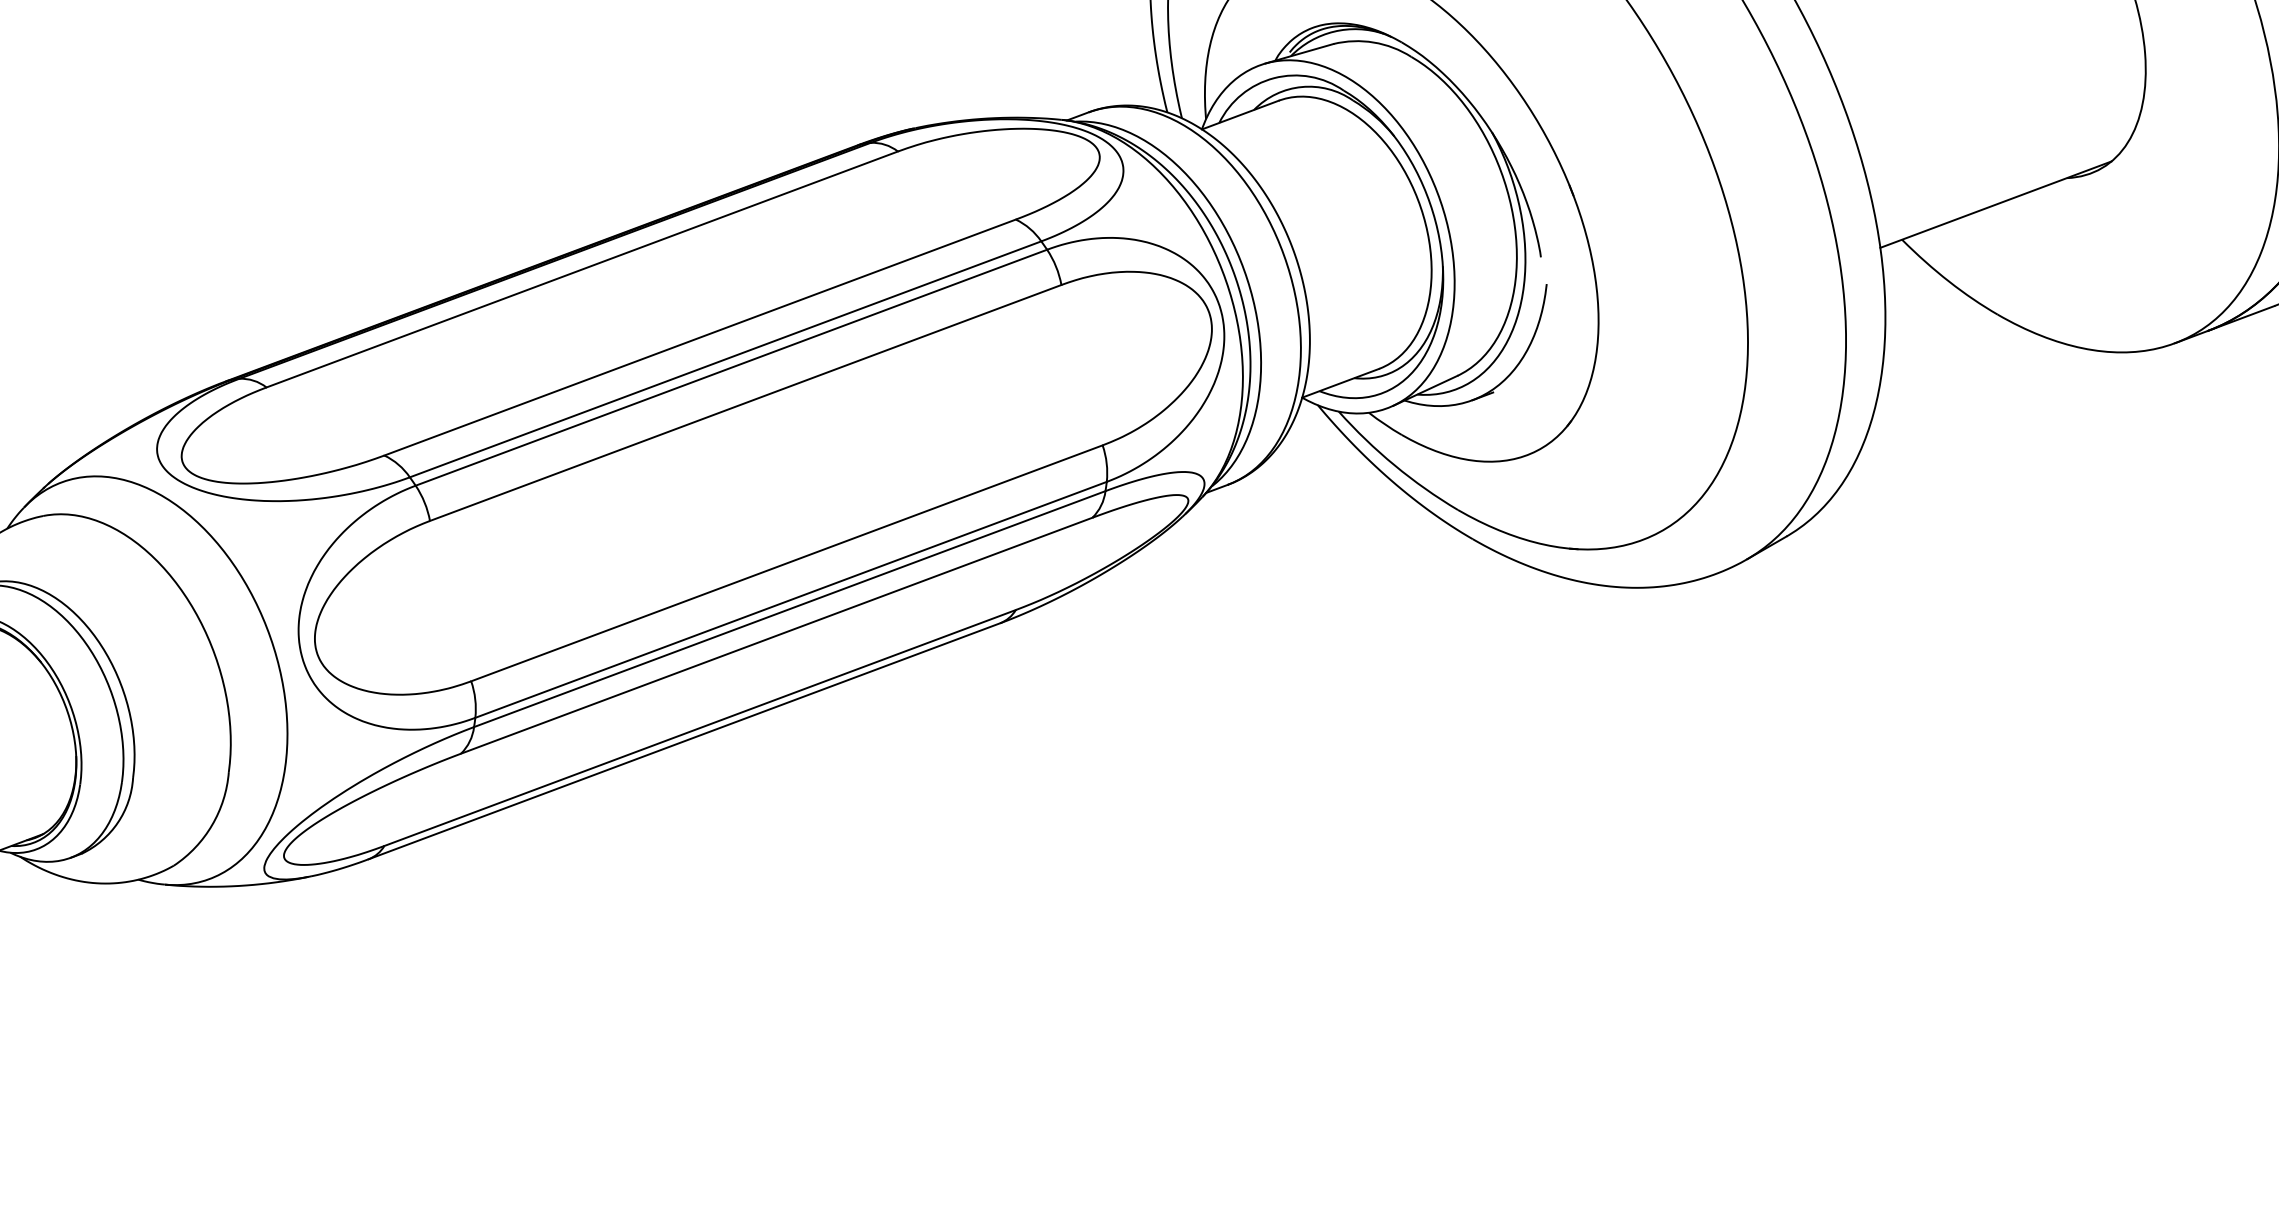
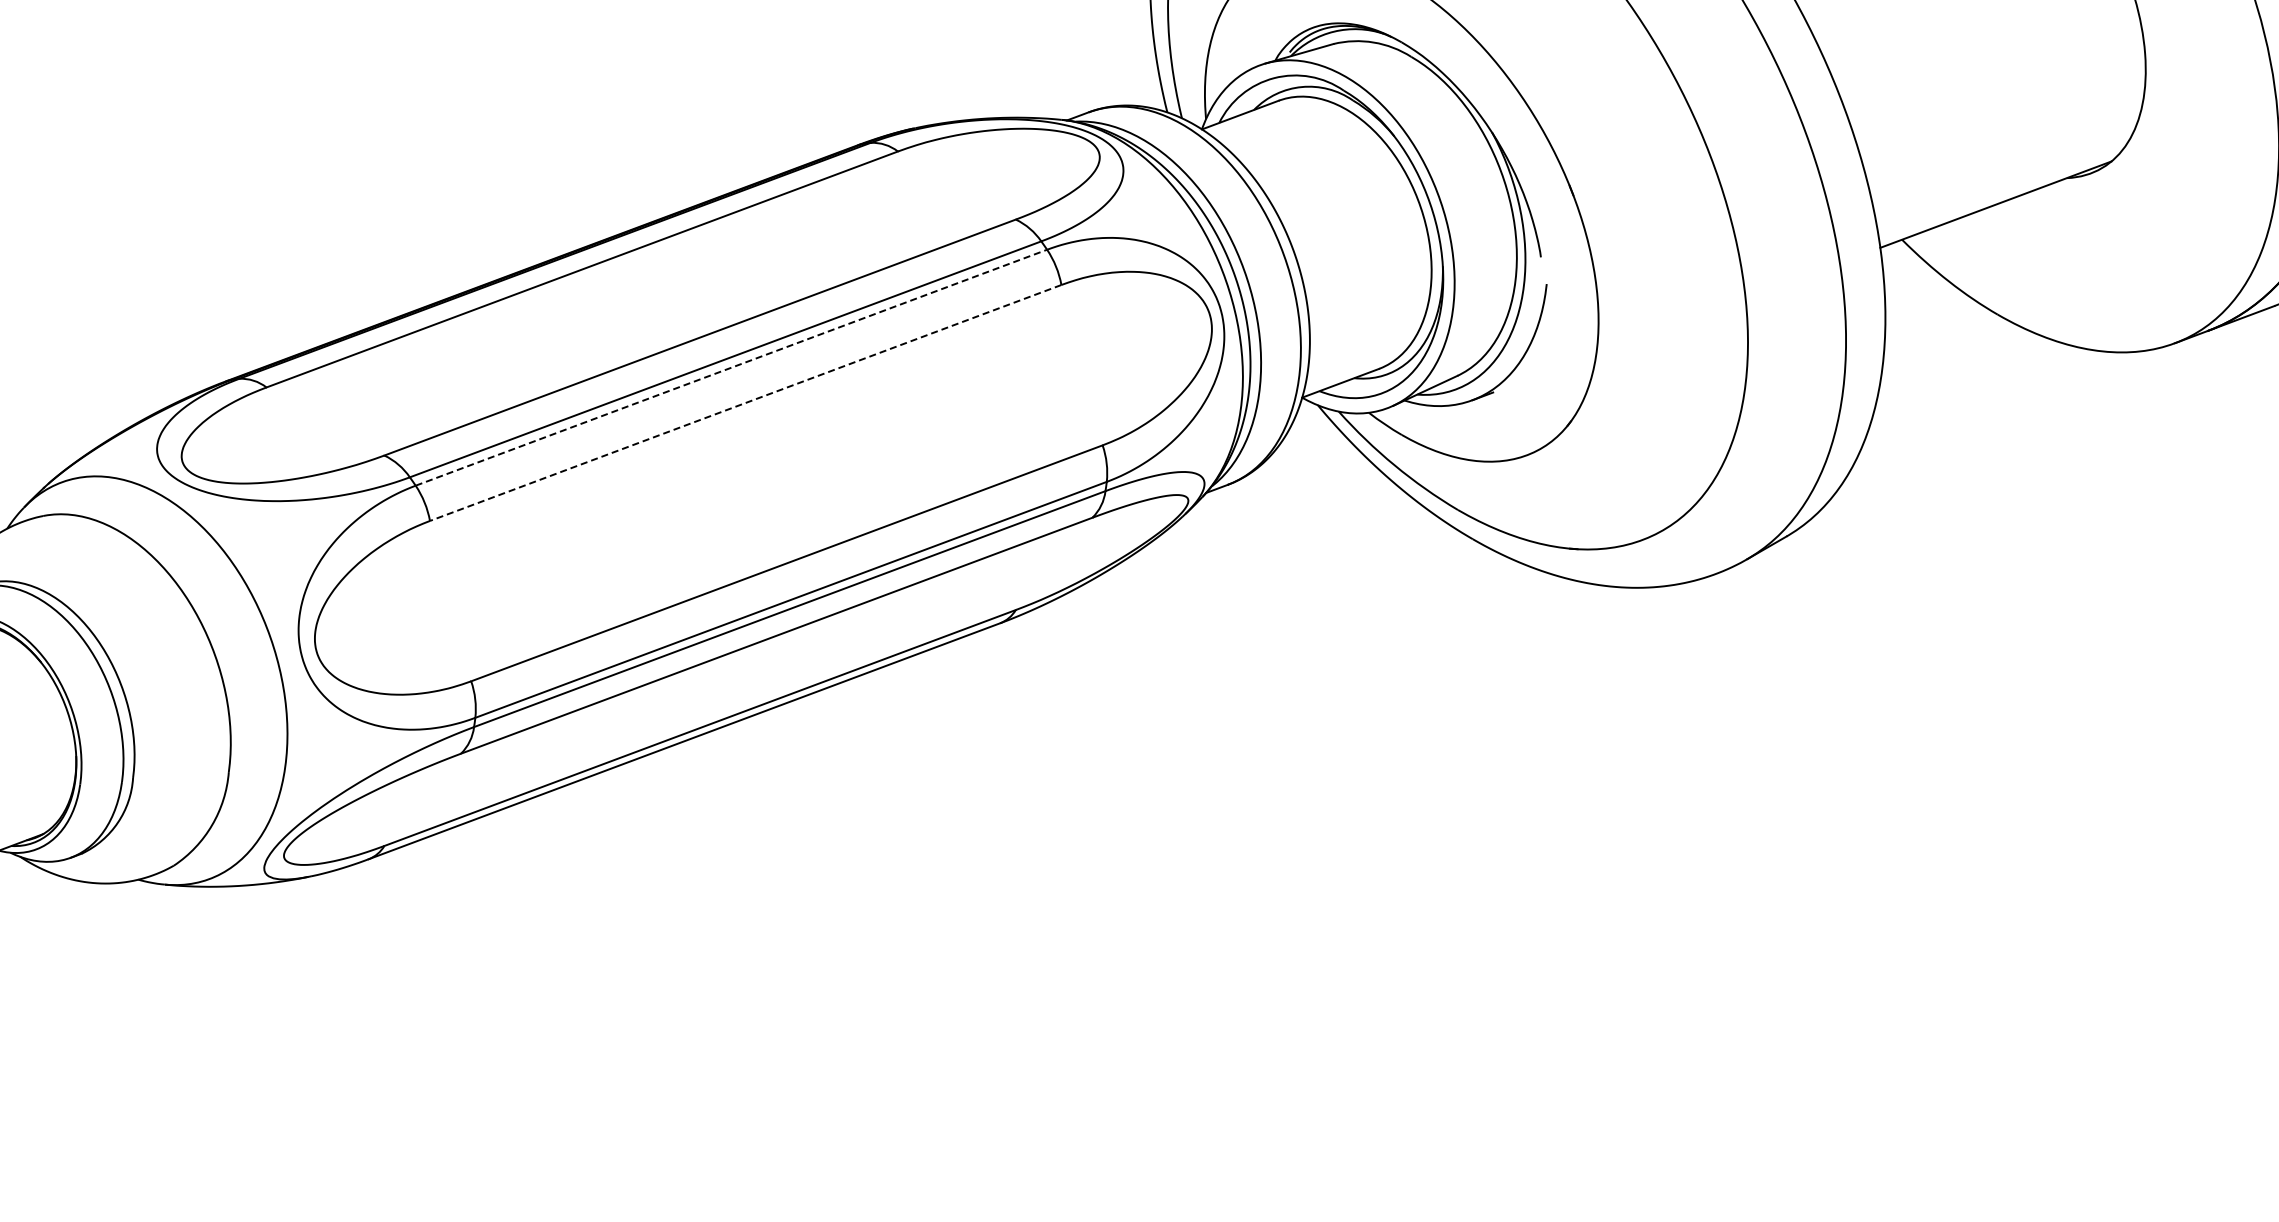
line at (731, 367): solid -> dashed
line at (745, 403): solid -> dashed
